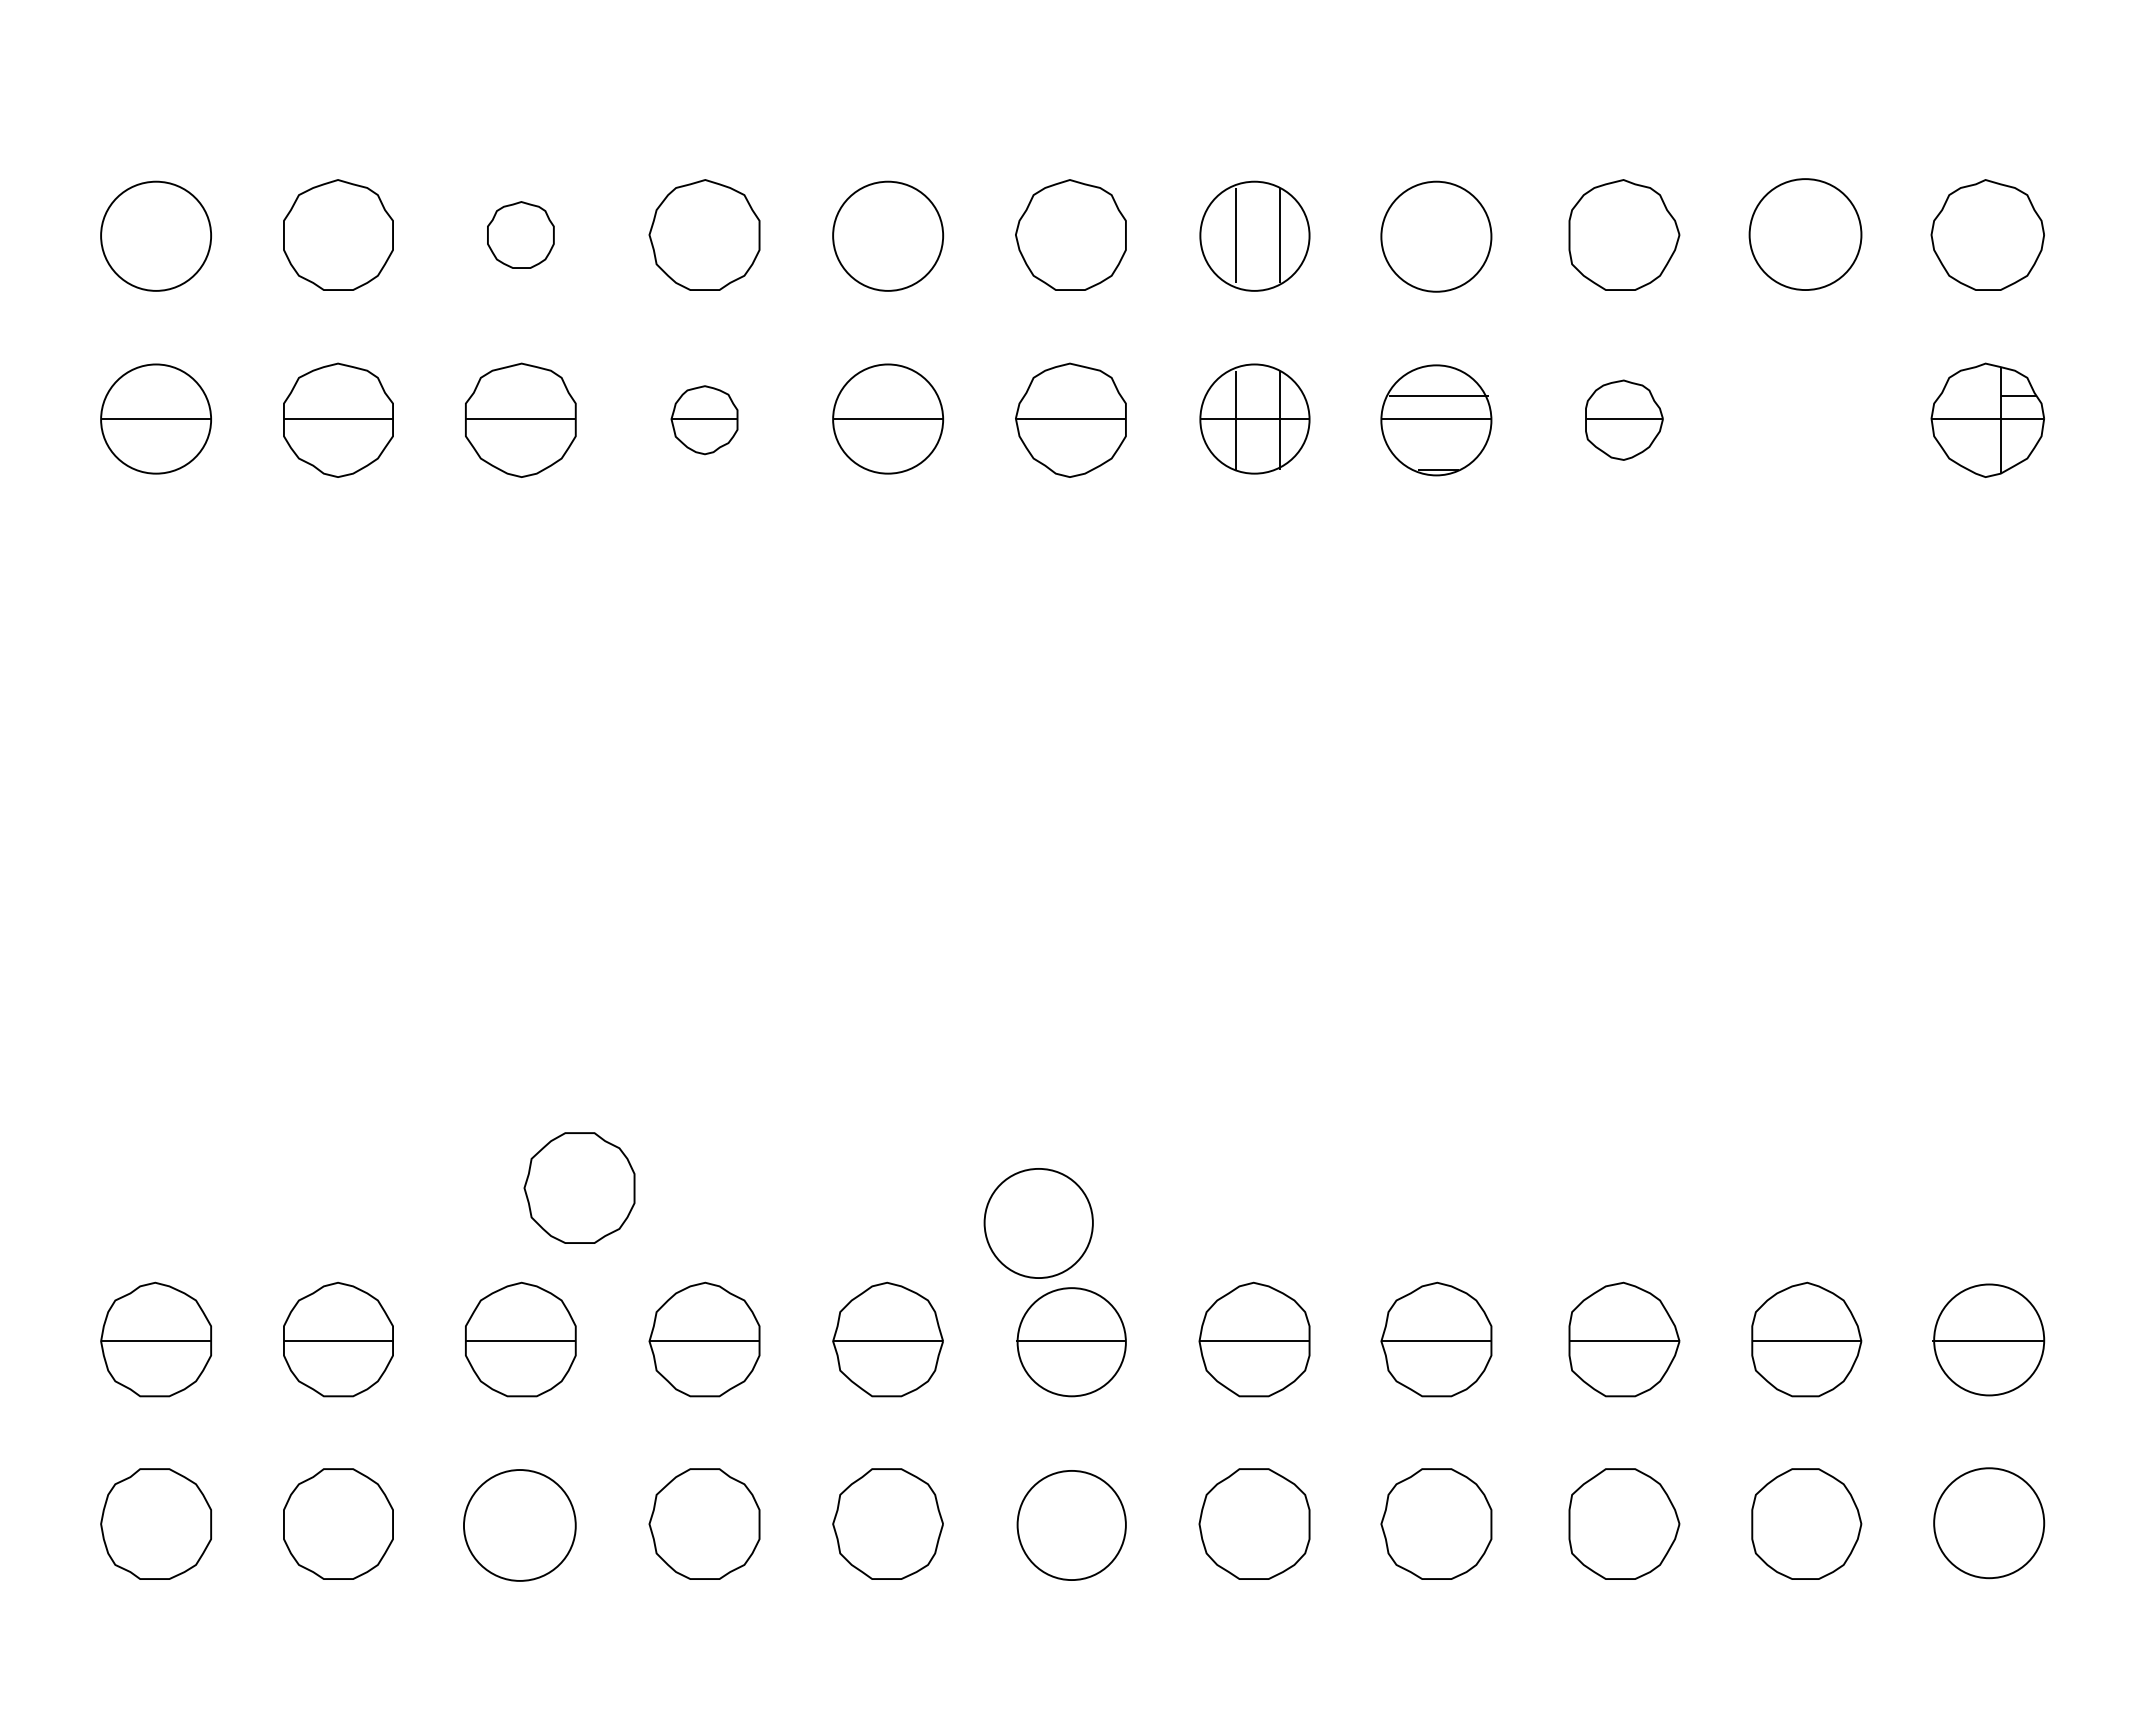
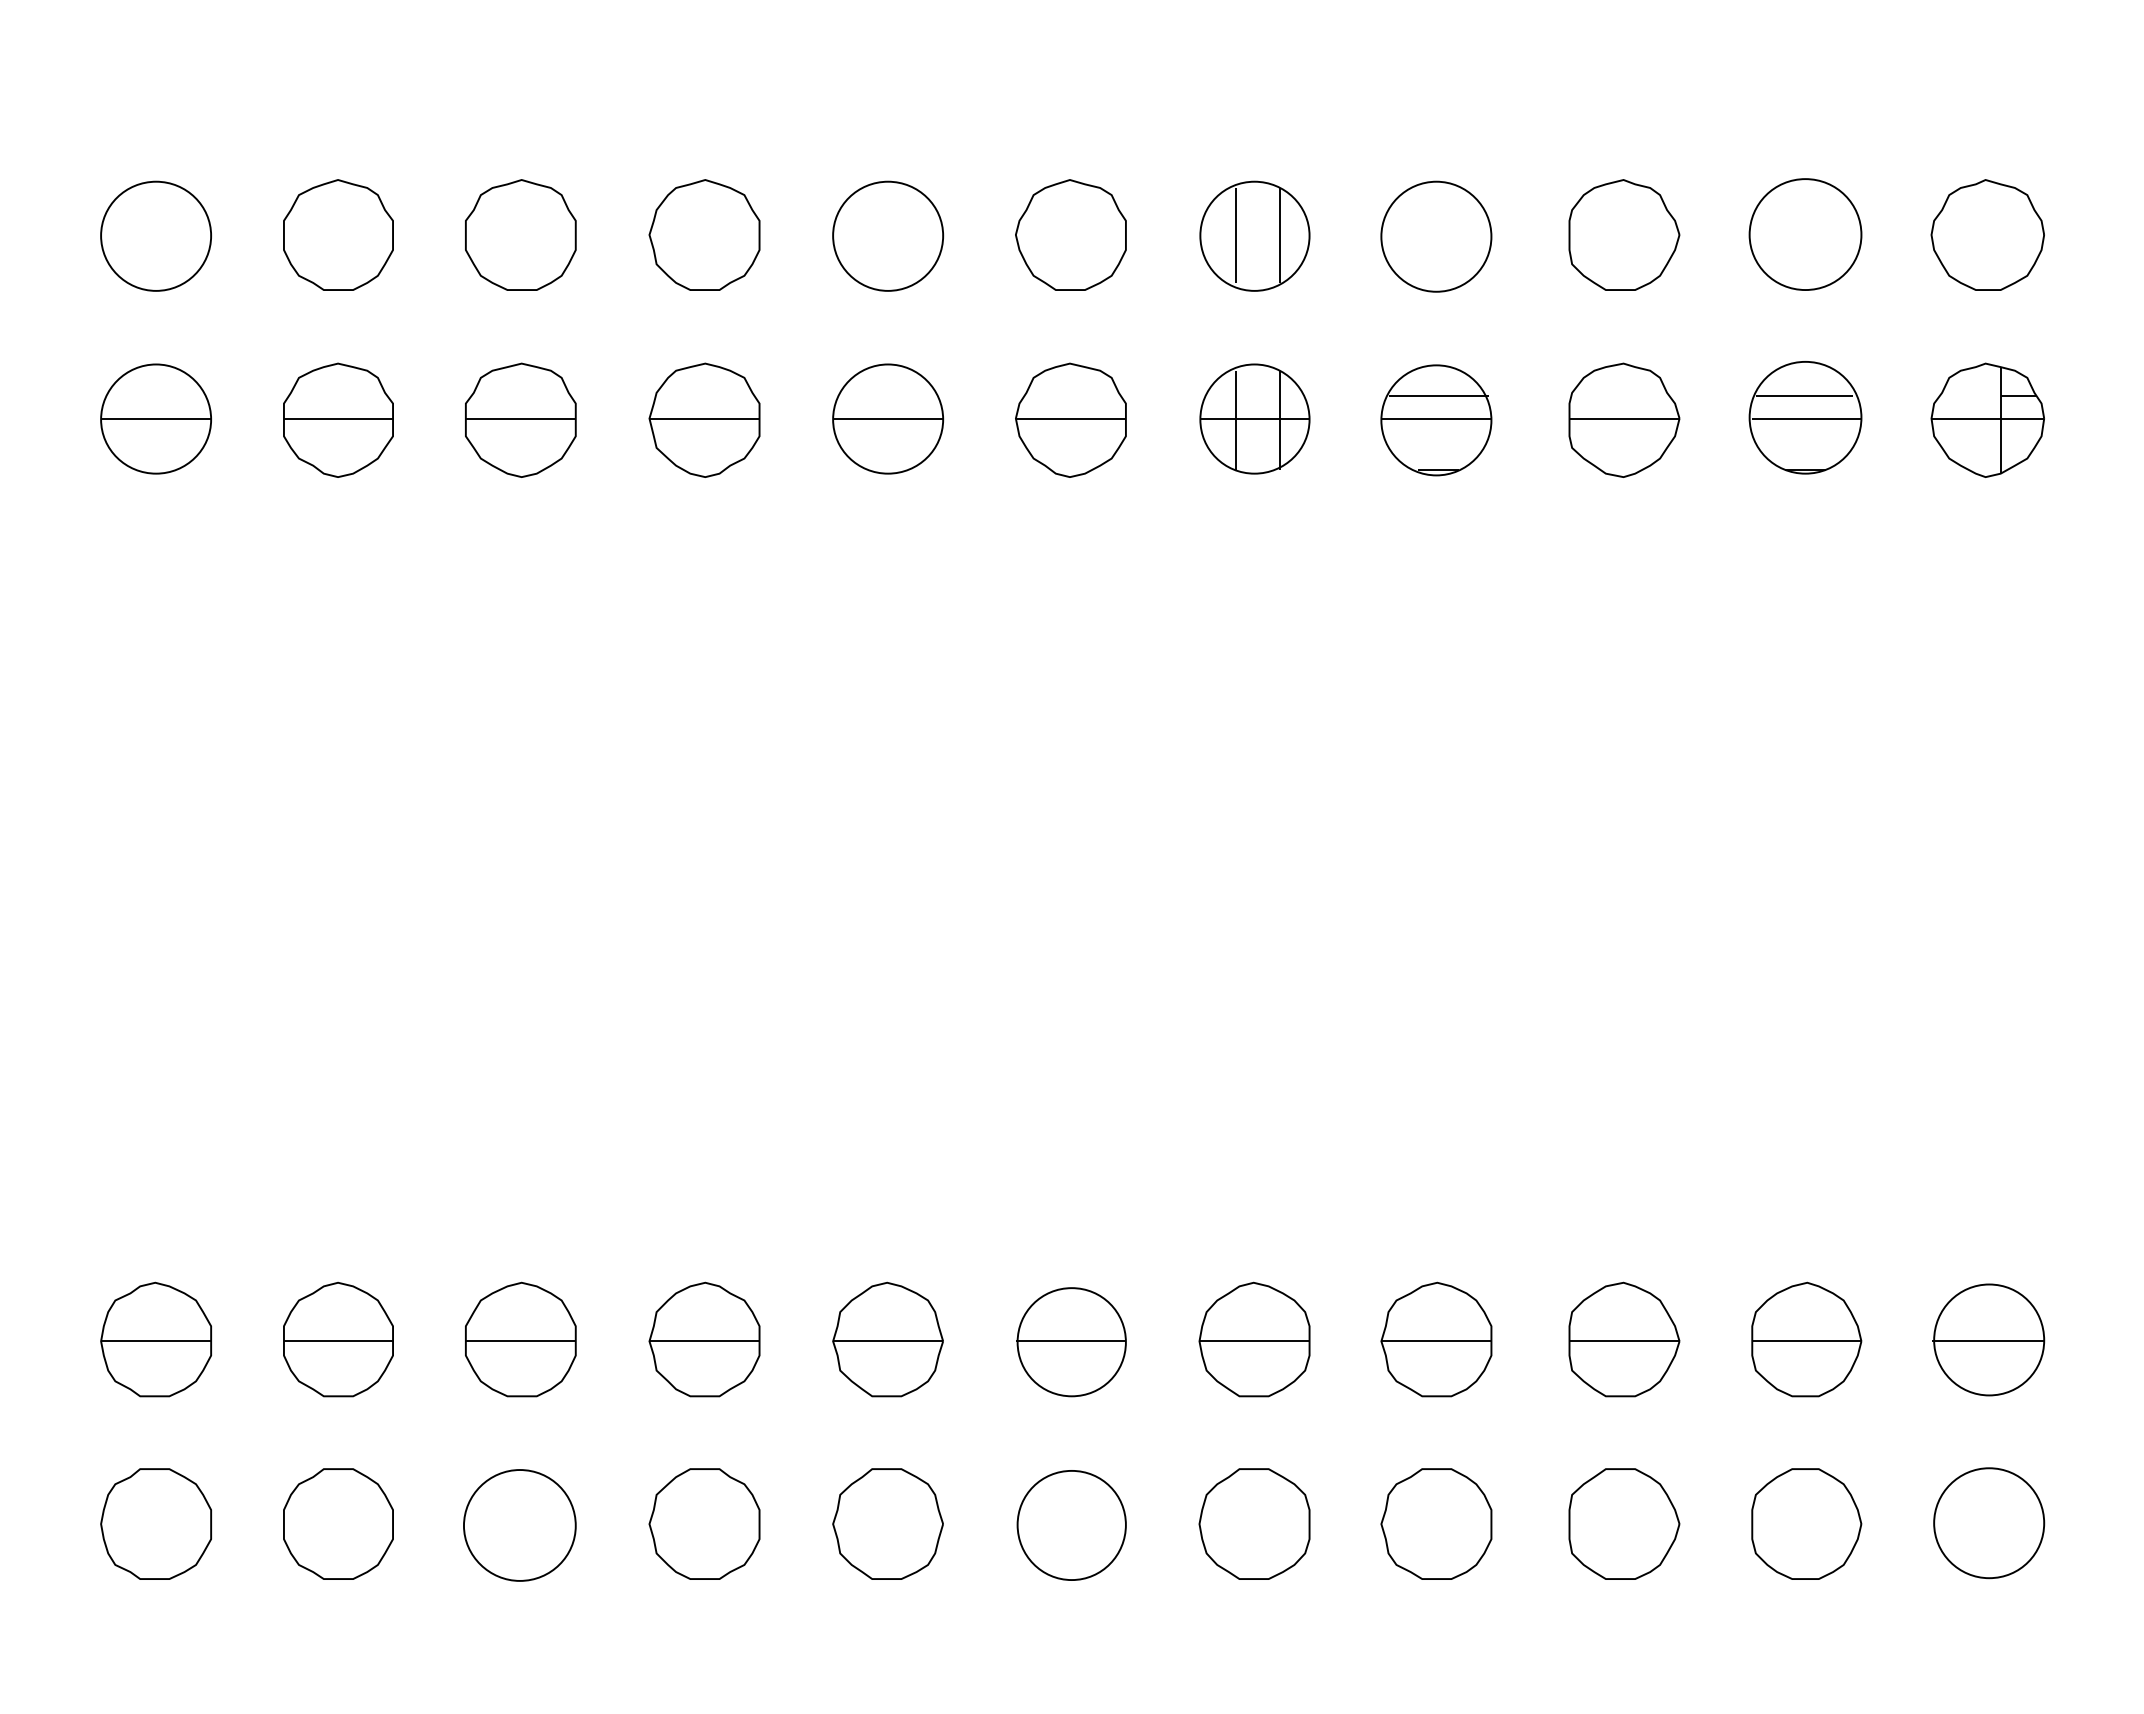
part at (520, 234) size: 68x68 px -> 112x112 px
part at (1805, 417): none -> present
part at (1624, 419) size: 79x82 px -> 113x116 px
part at (704, 420) size: 69x71 px -> 113x116 px
part at (579, 1187): present -> none
part at (1038, 1223): present -> none
